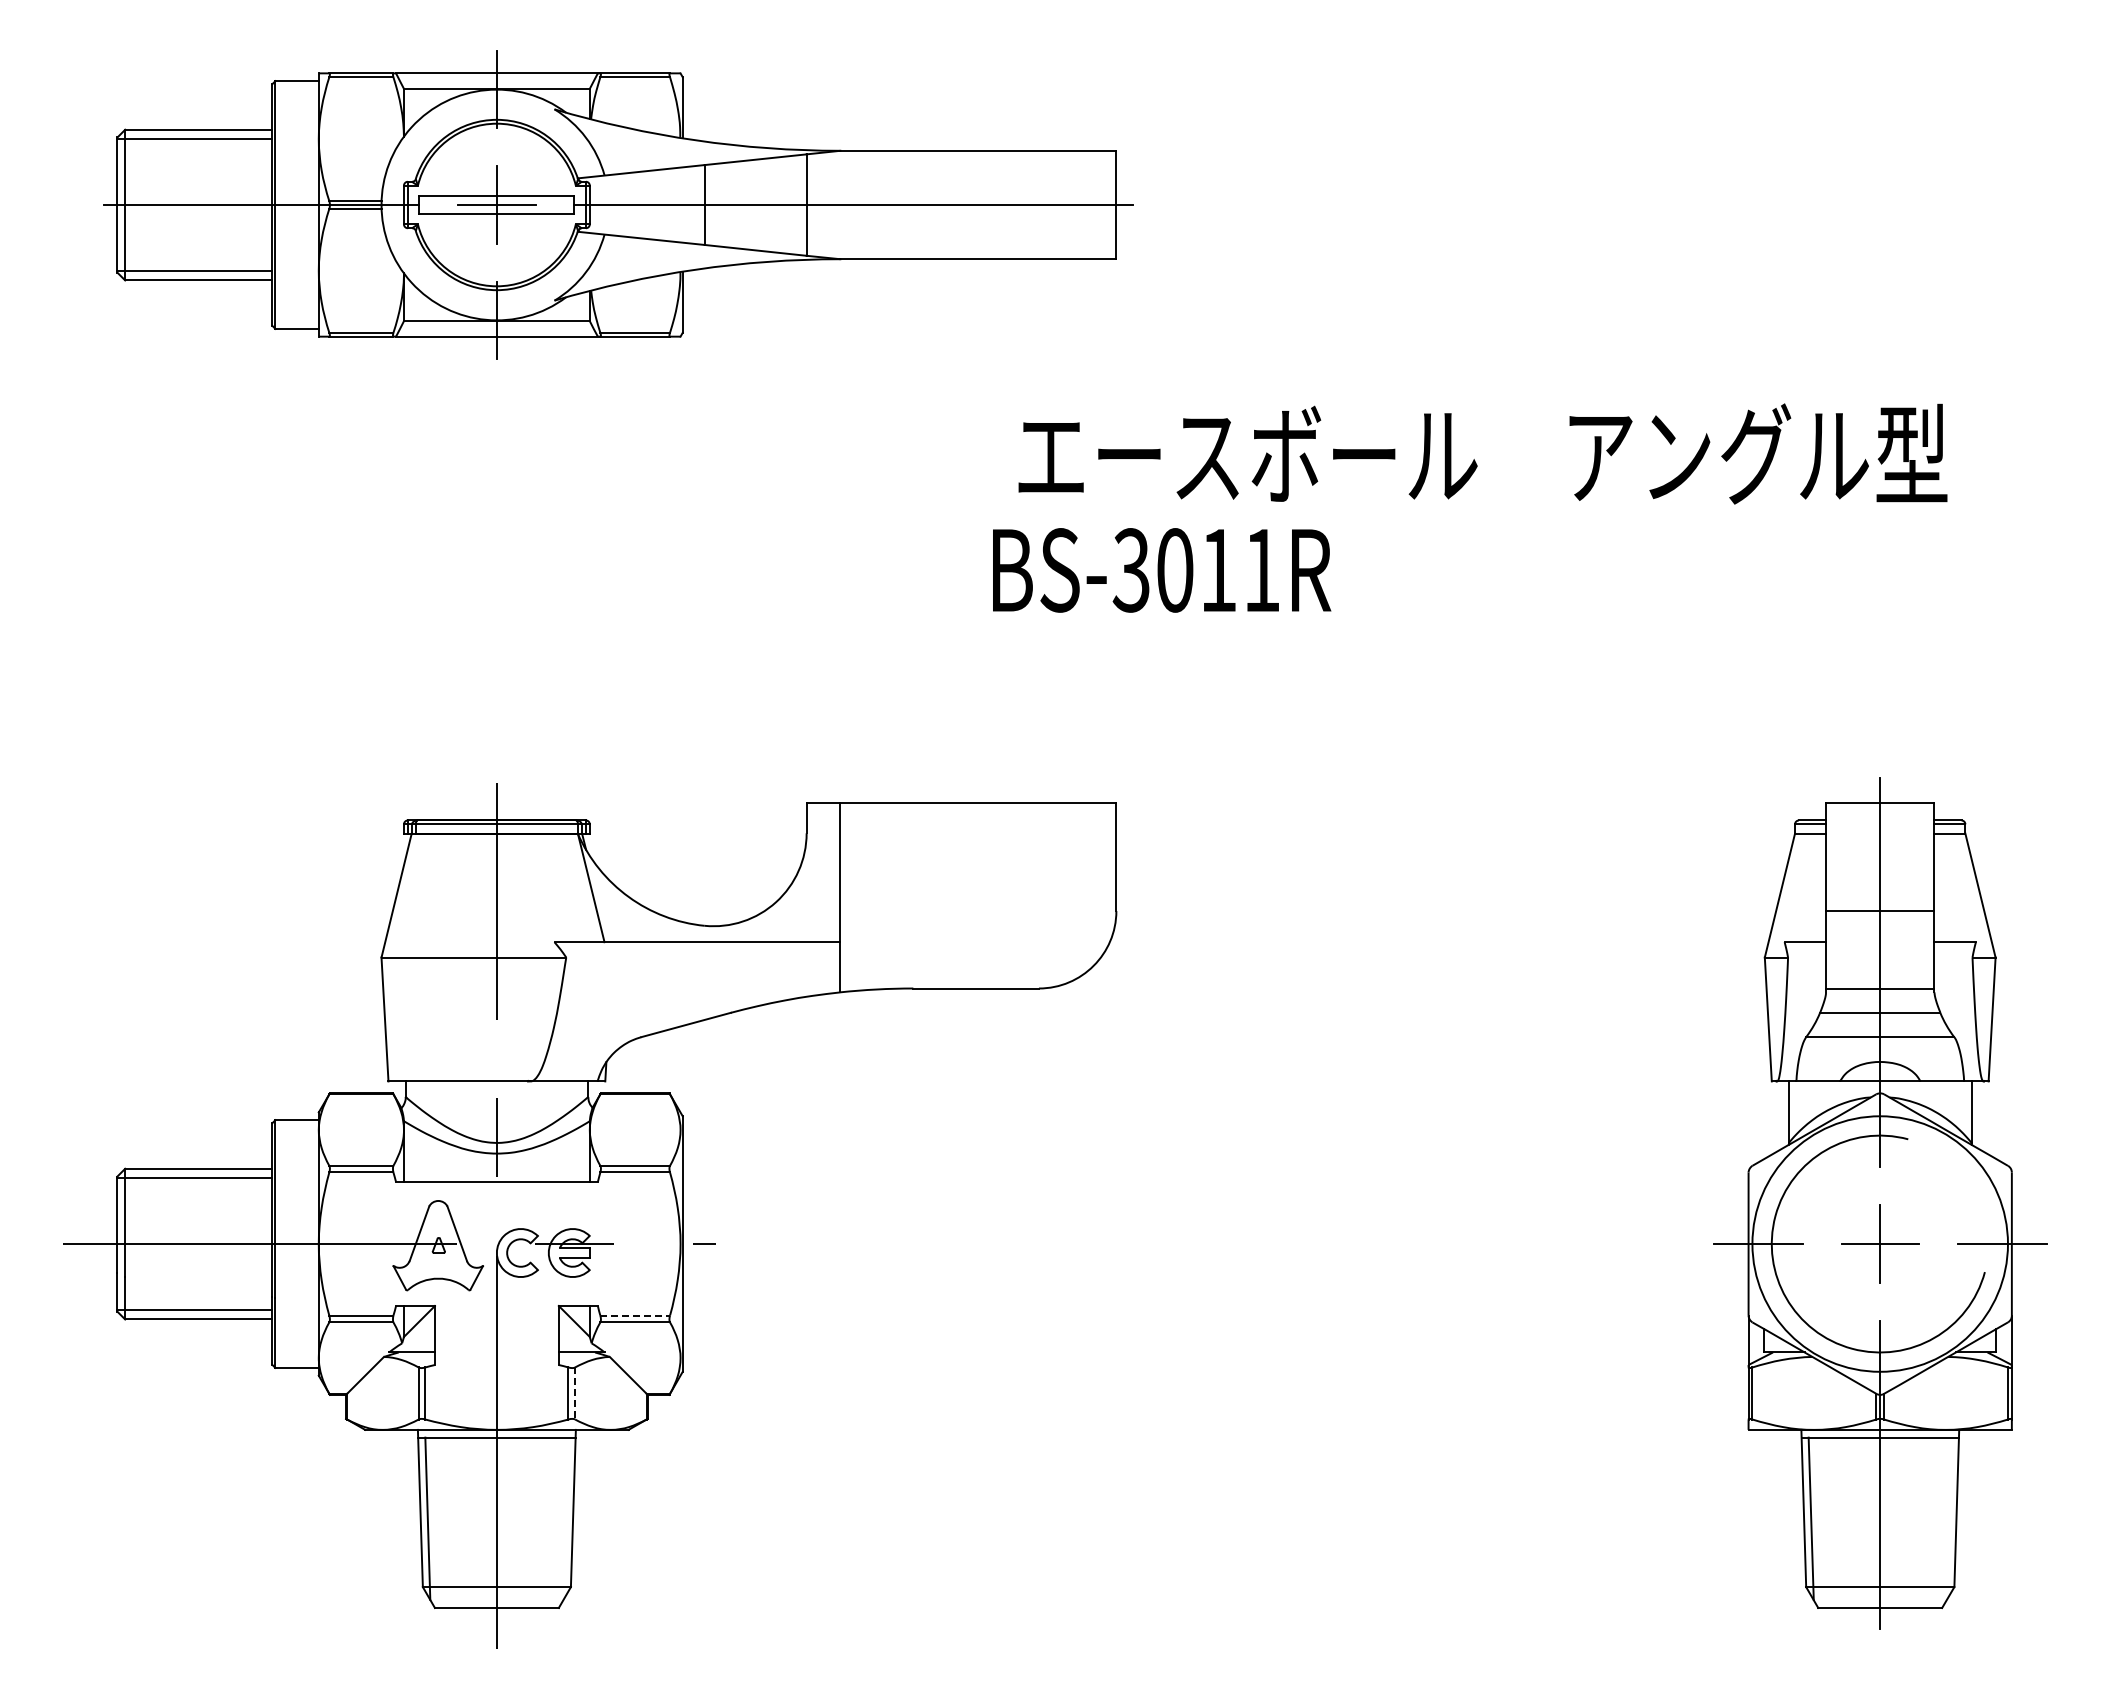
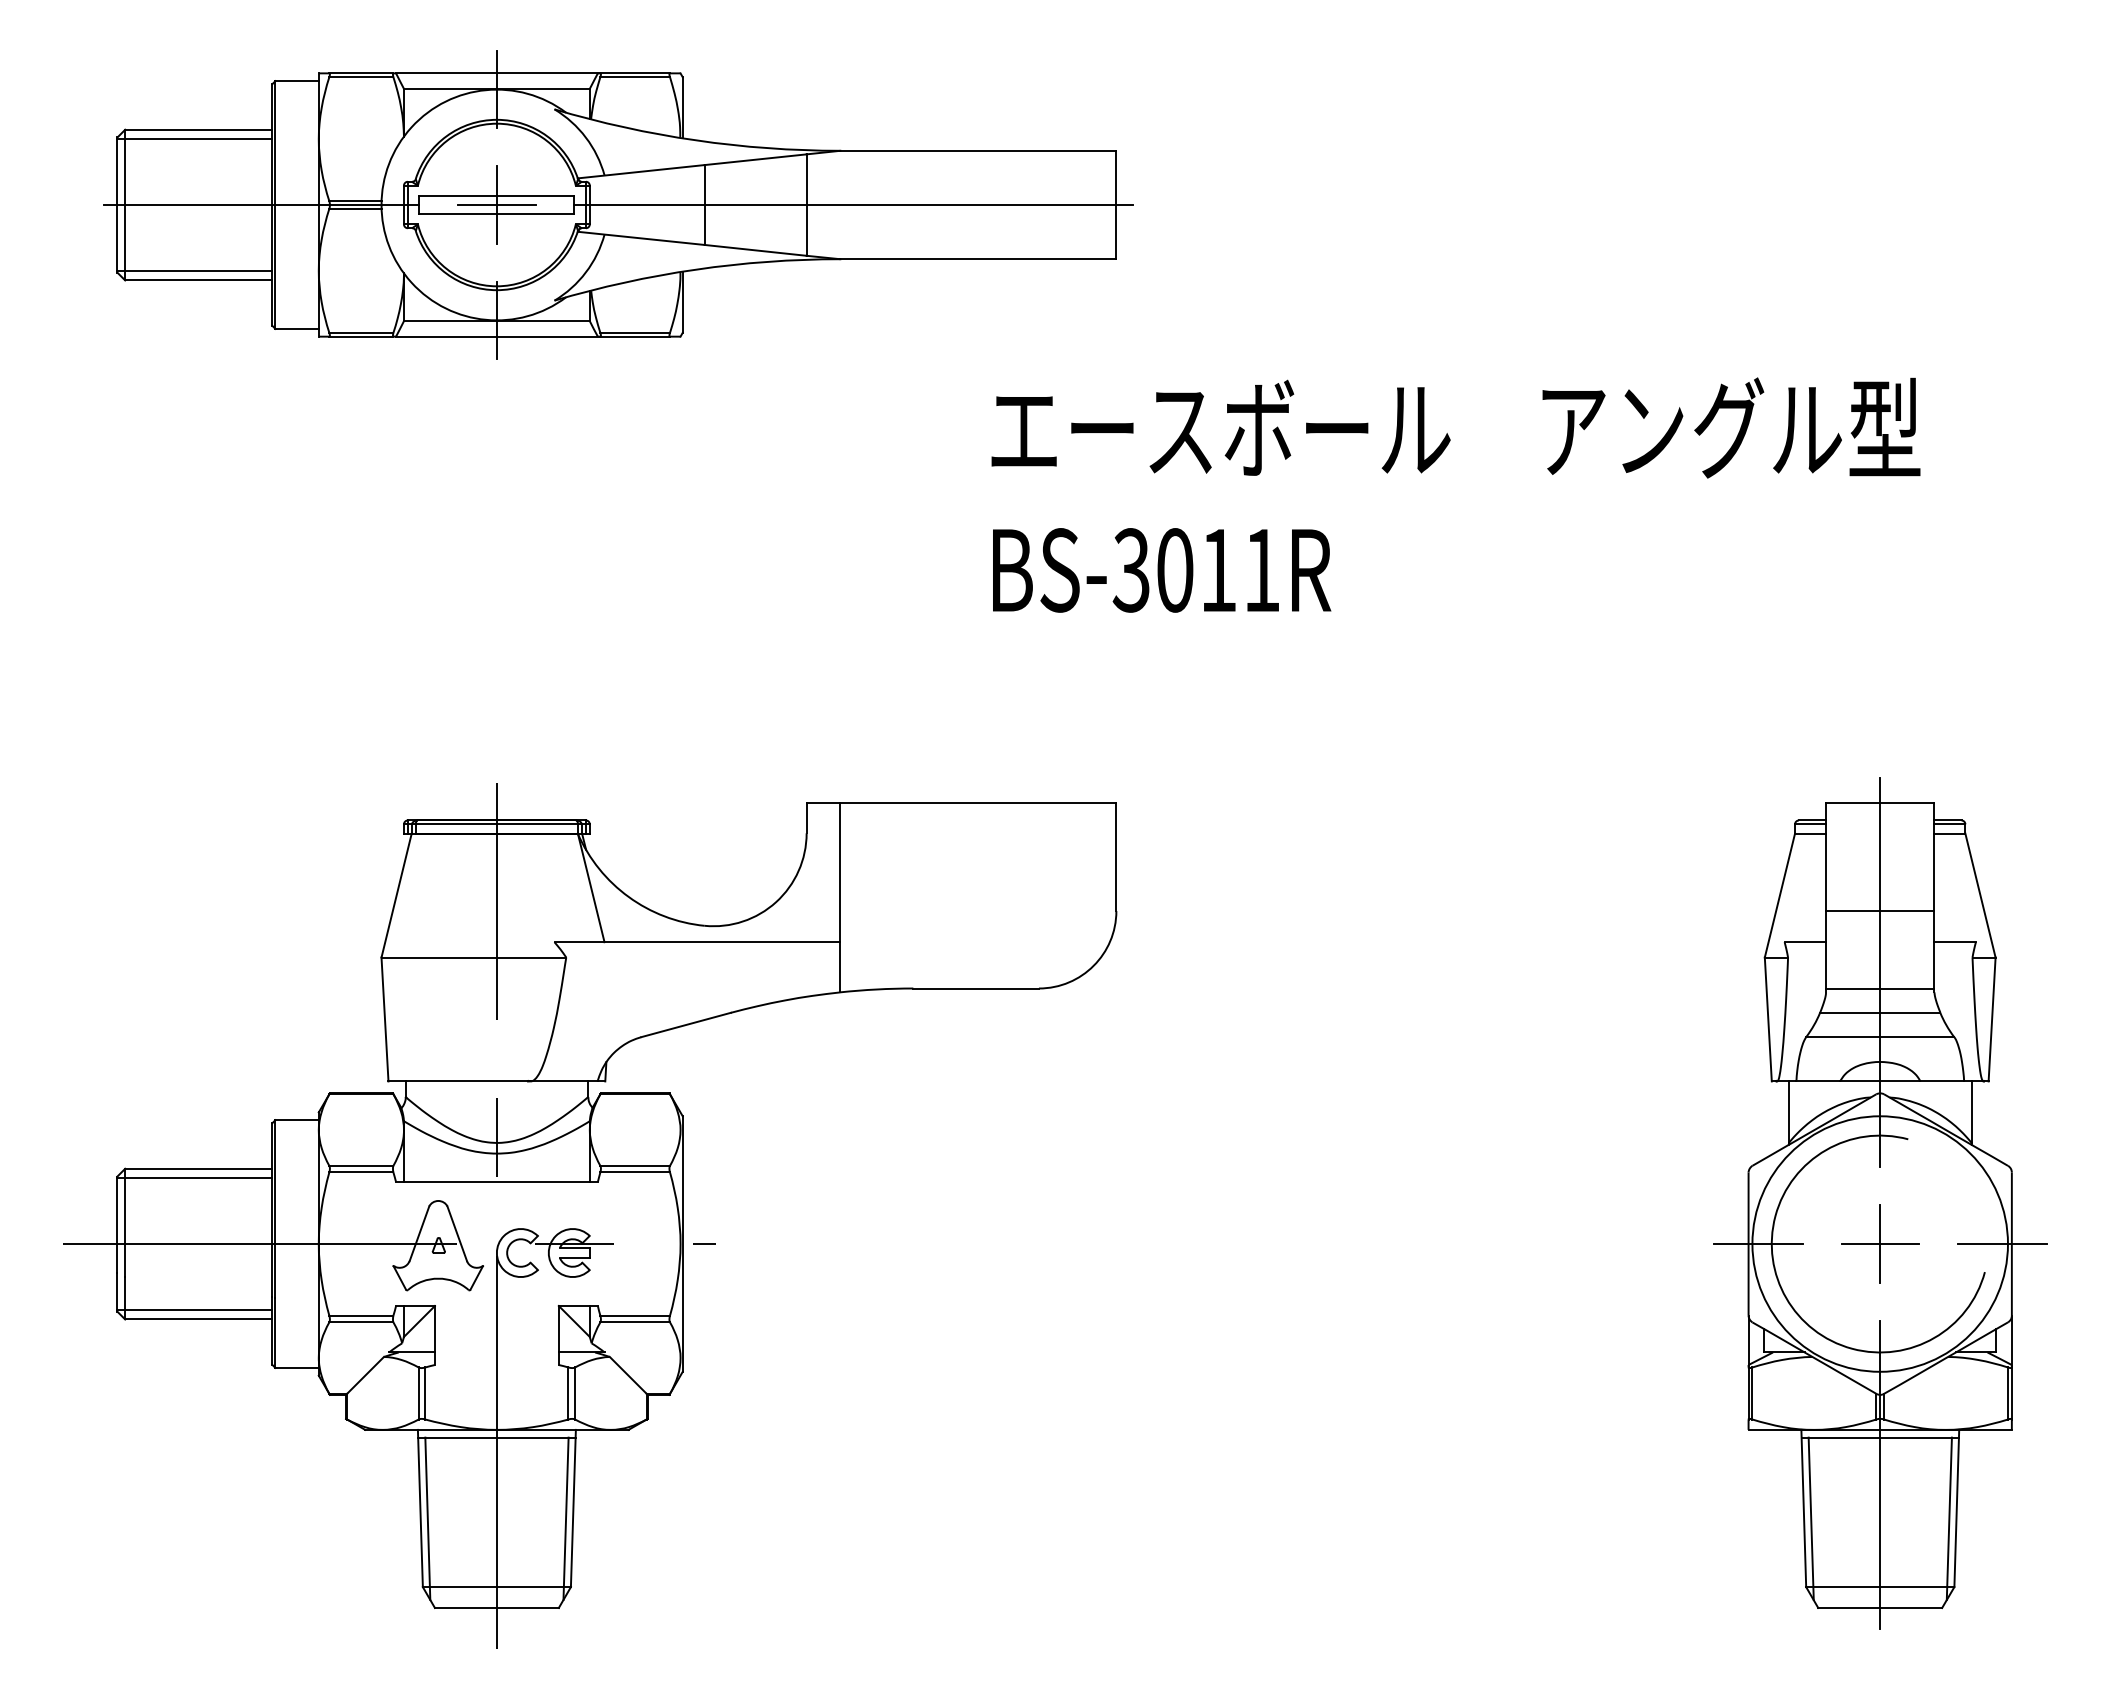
text at (1482, 453) position: (1482, 453) -> (1455, 427)
line at (635, 1315): dashed -> solid
line at (575, 1393): dashed -> solid
line at (565, 1518): none -> present
line at (1948, 1518): none -> present
